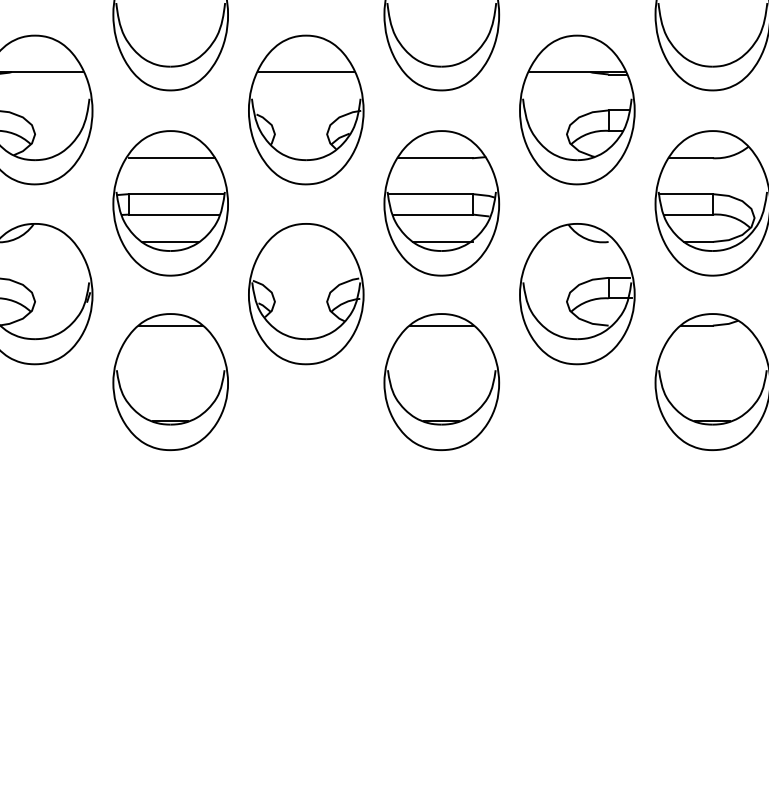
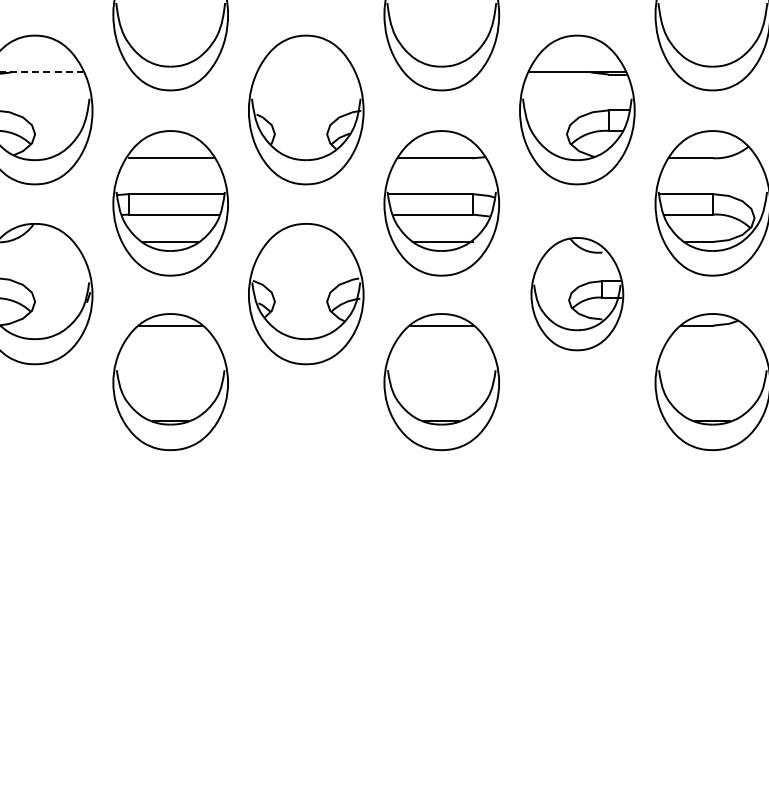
line at (42, 72): solid -> dashed
line at (305, 72): present -> none
part at (577, 294) size: 117x143 px -> 95x115 px
